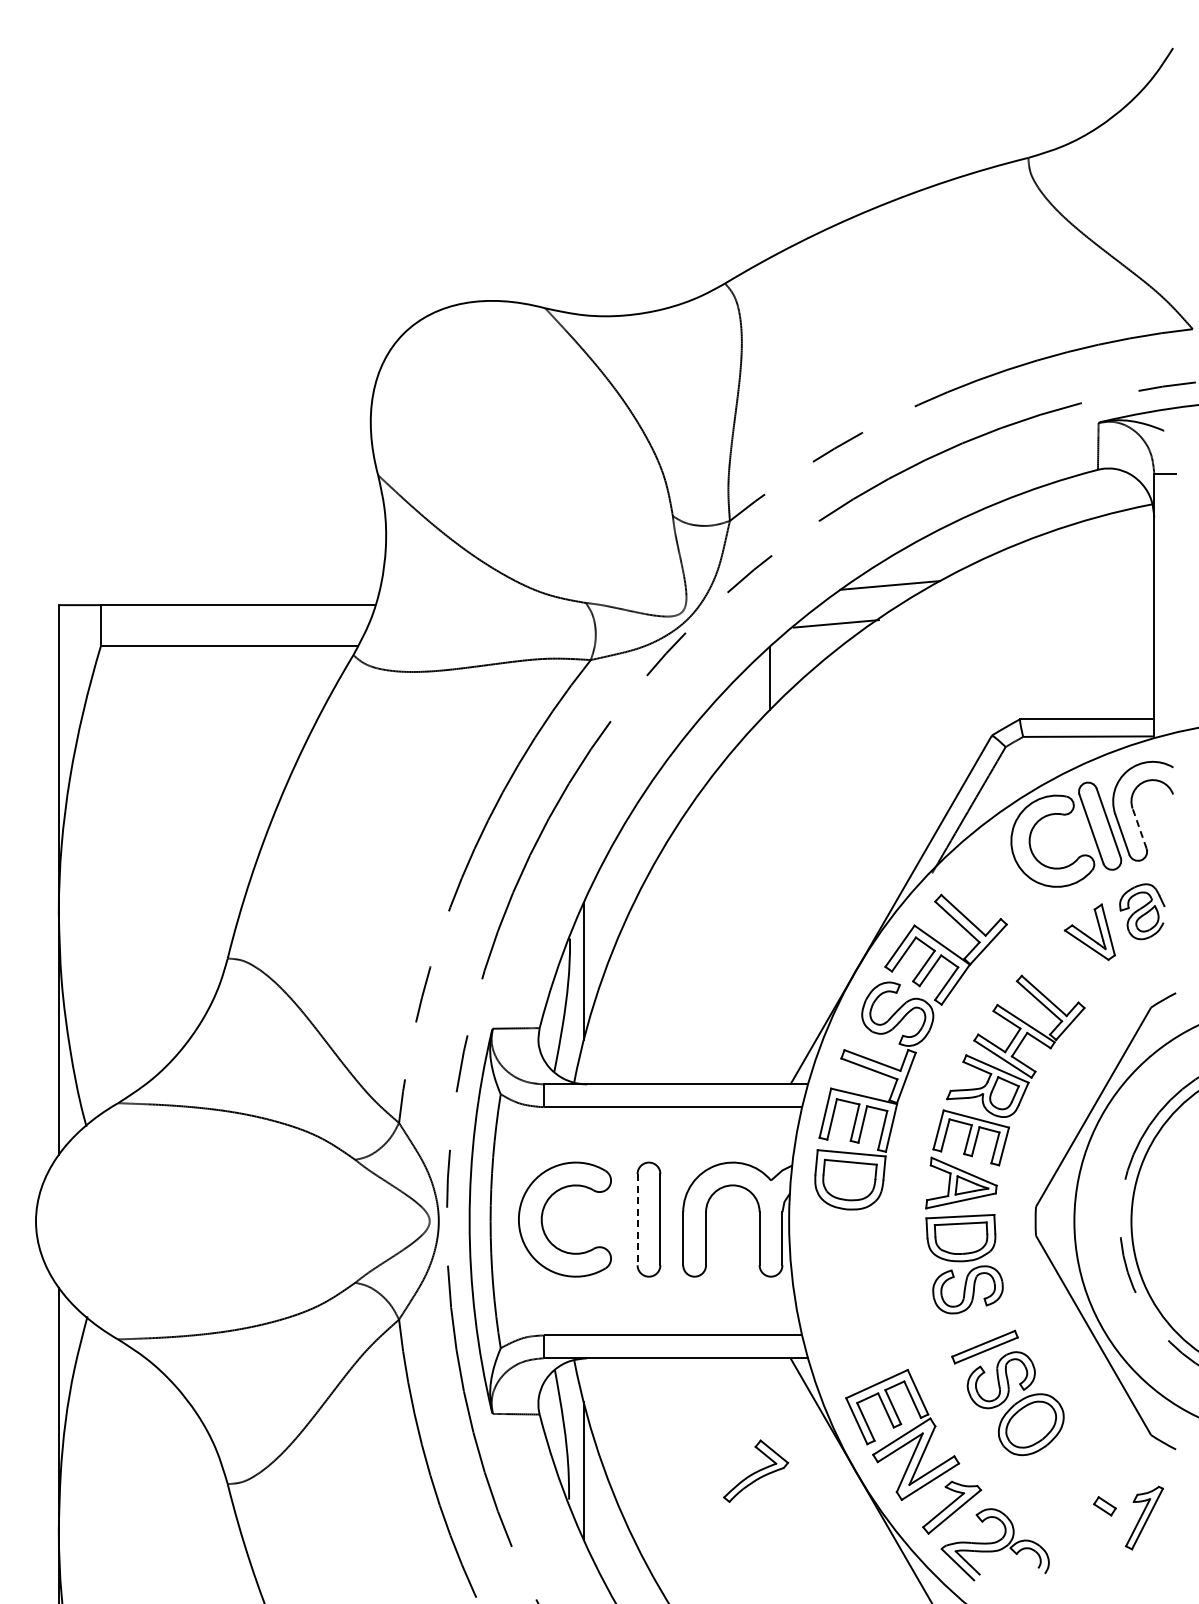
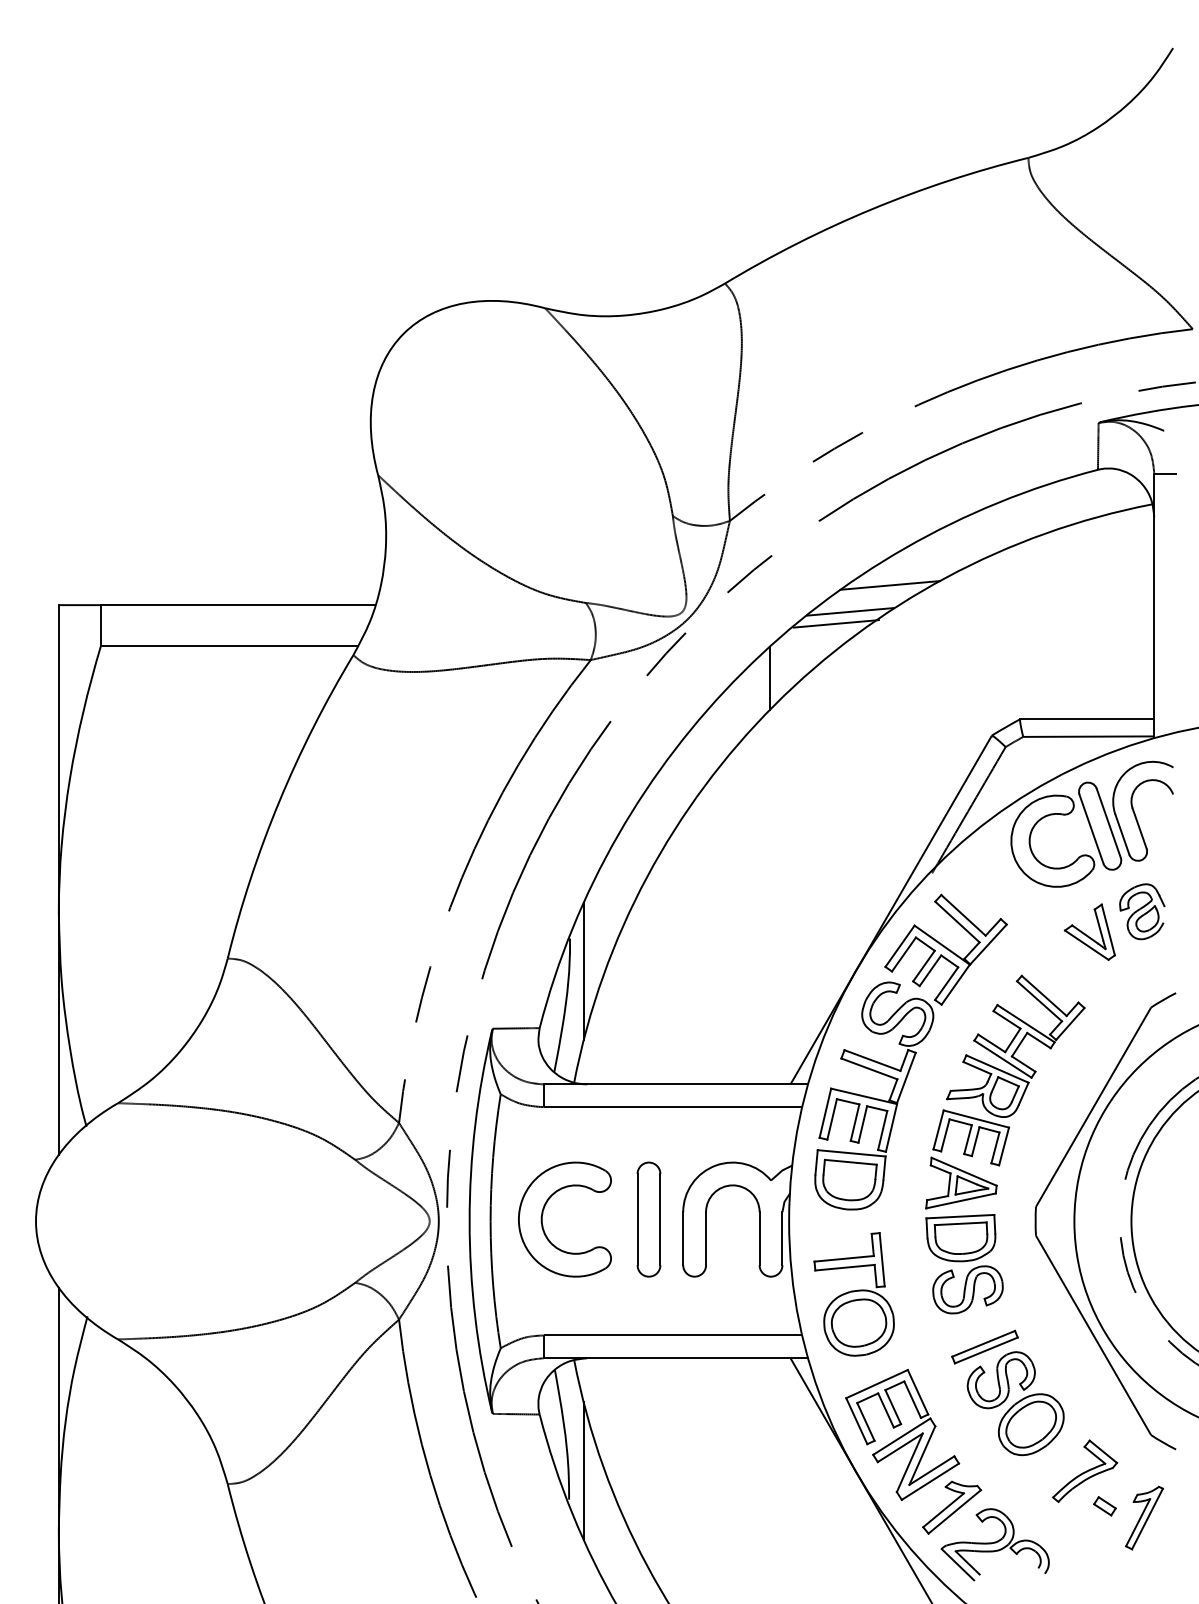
line at (850, 611): none -> present
line at (1139, 828): dashed -> solid
line at (637, 1219): dashed -> solid
part at (853, 1294): none -> present
part at (756, 1470) position: (756, 1470) -> (1085, 1470)
